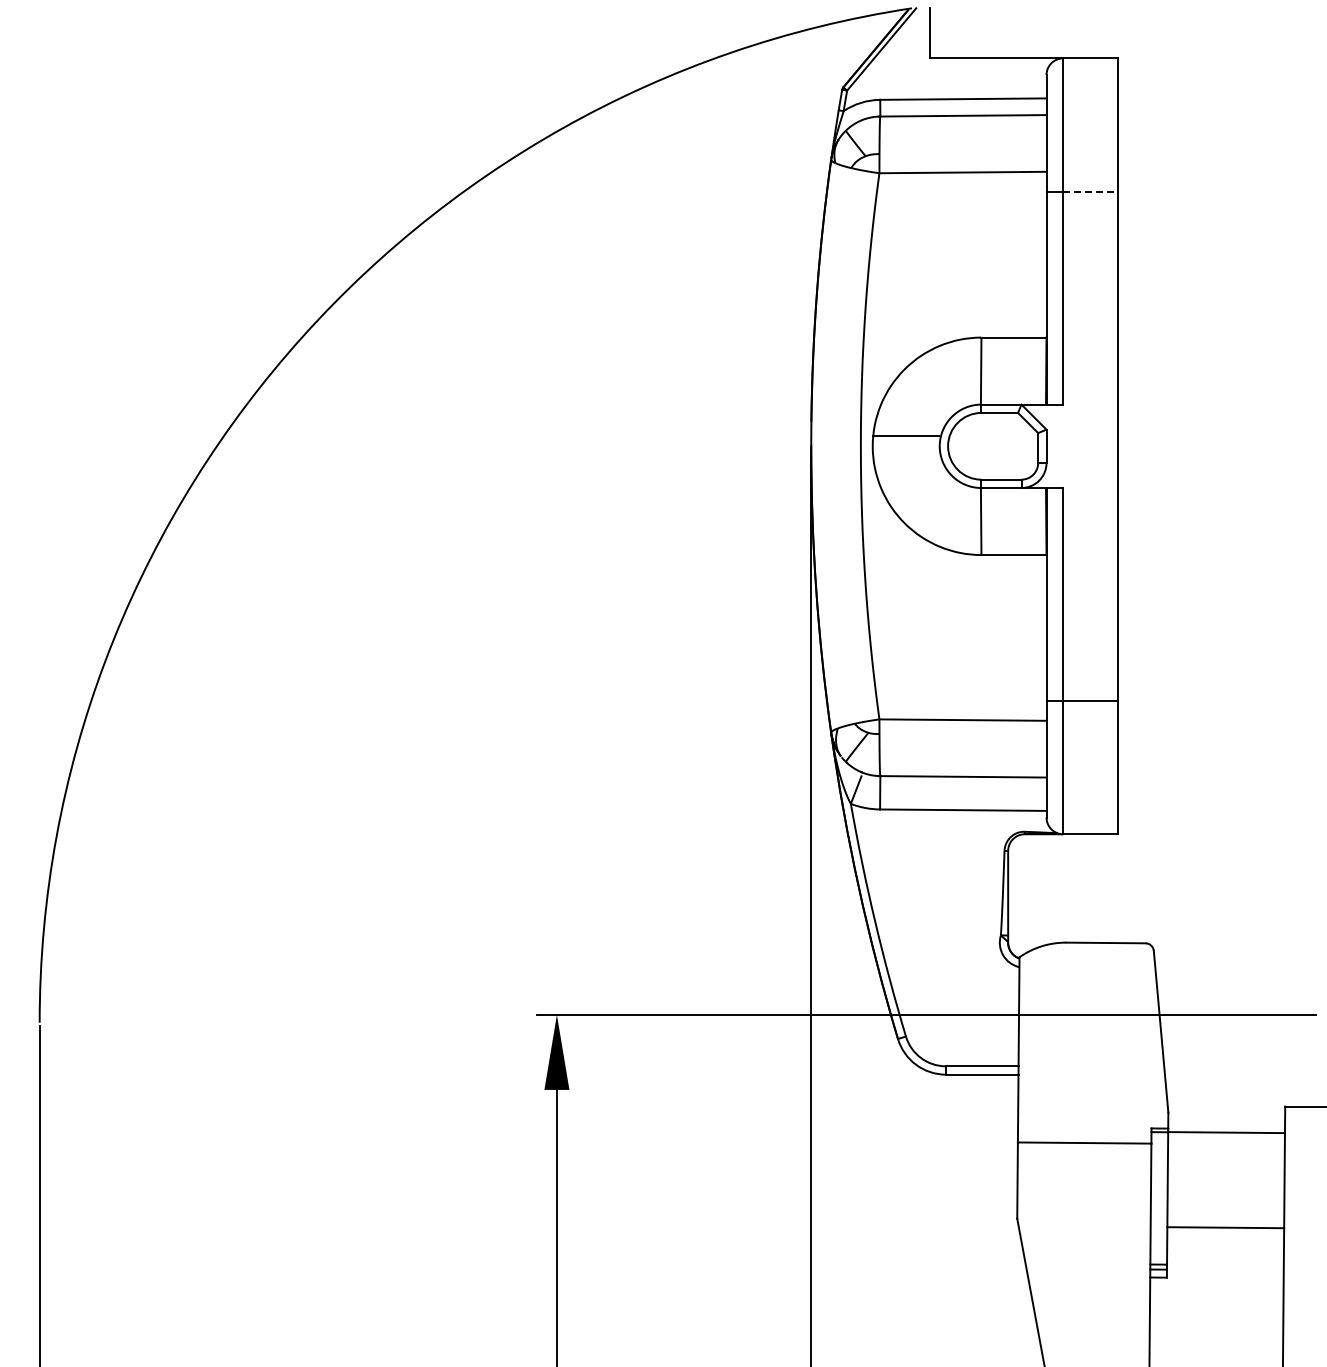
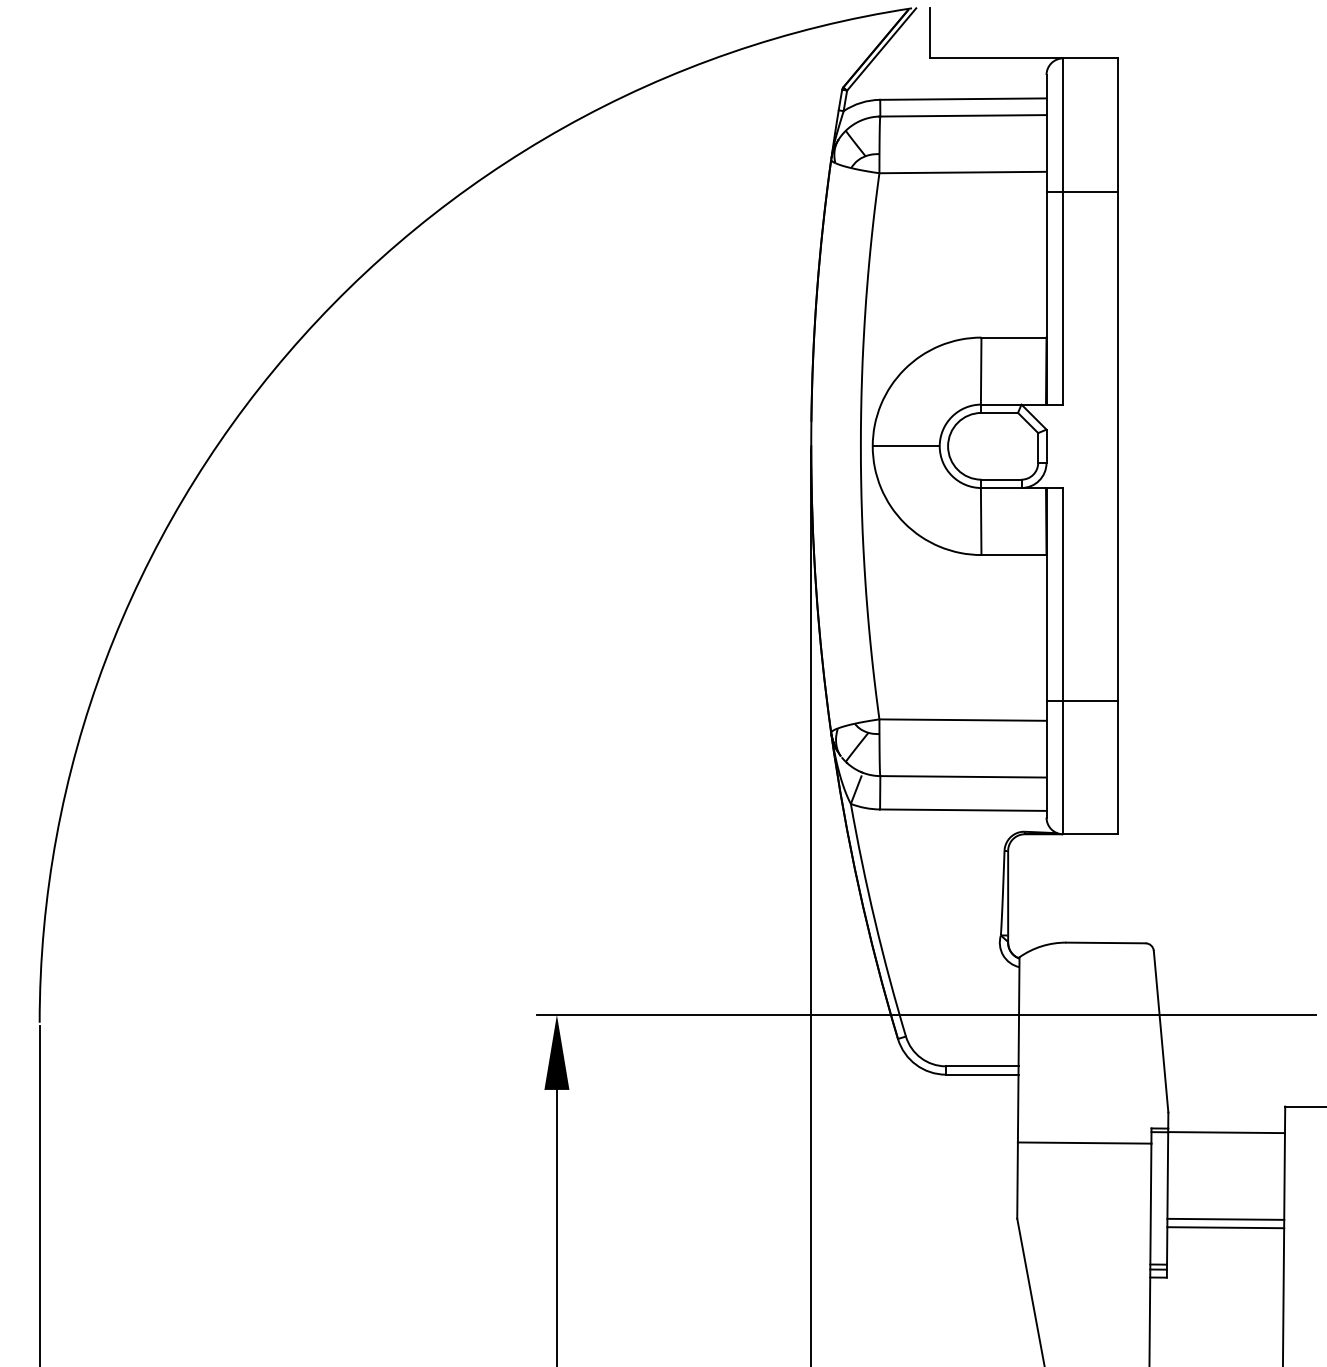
line at (1090, 191): dashed -> solid
line at (905, 436) position: (905, 436) -> (905, 446)
line at (1225, 1218): none -> present
